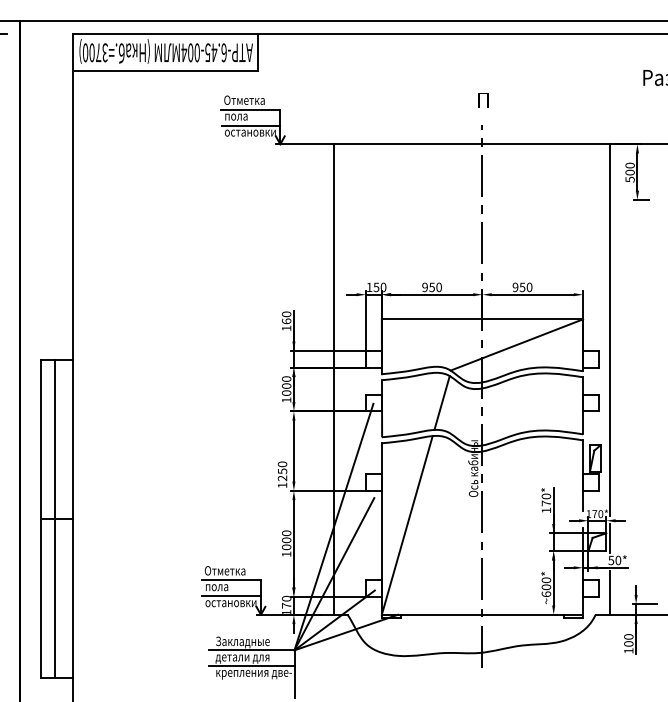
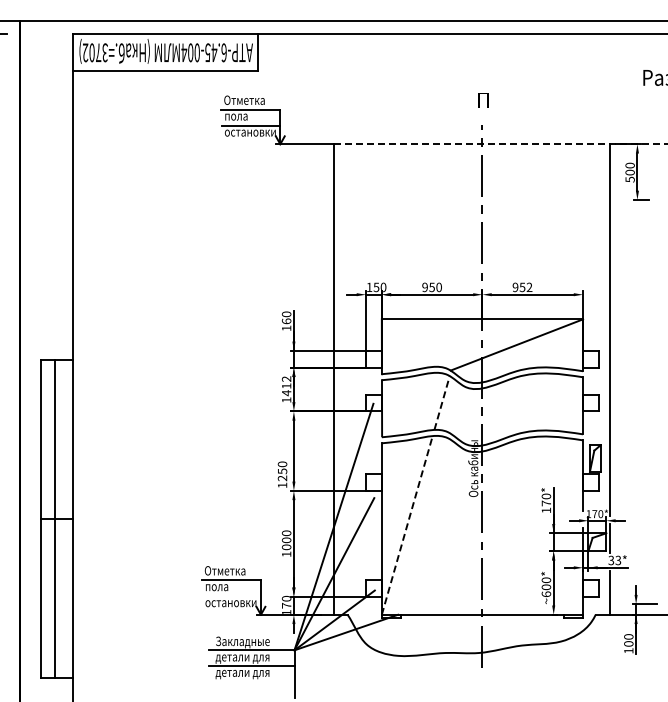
text at (85, 52): .=3700) -> .=3702)
line at (501, 144): solid -> dashed
text at (529, 287): 950 -> 952
text at (286, 386): 1000 -> 1412
line at (442, 403): solid -> dashed
line at (407, 525): solid -> dashed
text at (614, 560): 50* -> 33*
line at (231, 596): present -> none
text at (253, 674): крепления две- -> детали для
